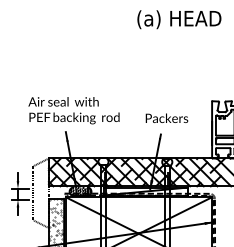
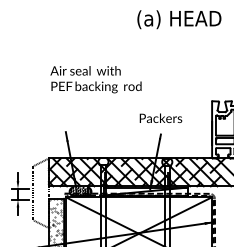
text at (73, 110) position: (73, 110) -> (95, 79)
text at (166, 117) position: (166, 117) -> (160, 117)
